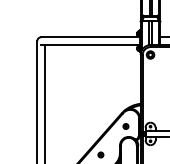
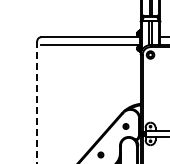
line at (37, 102): solid -> dashed
line at (45, 102): present -> none
